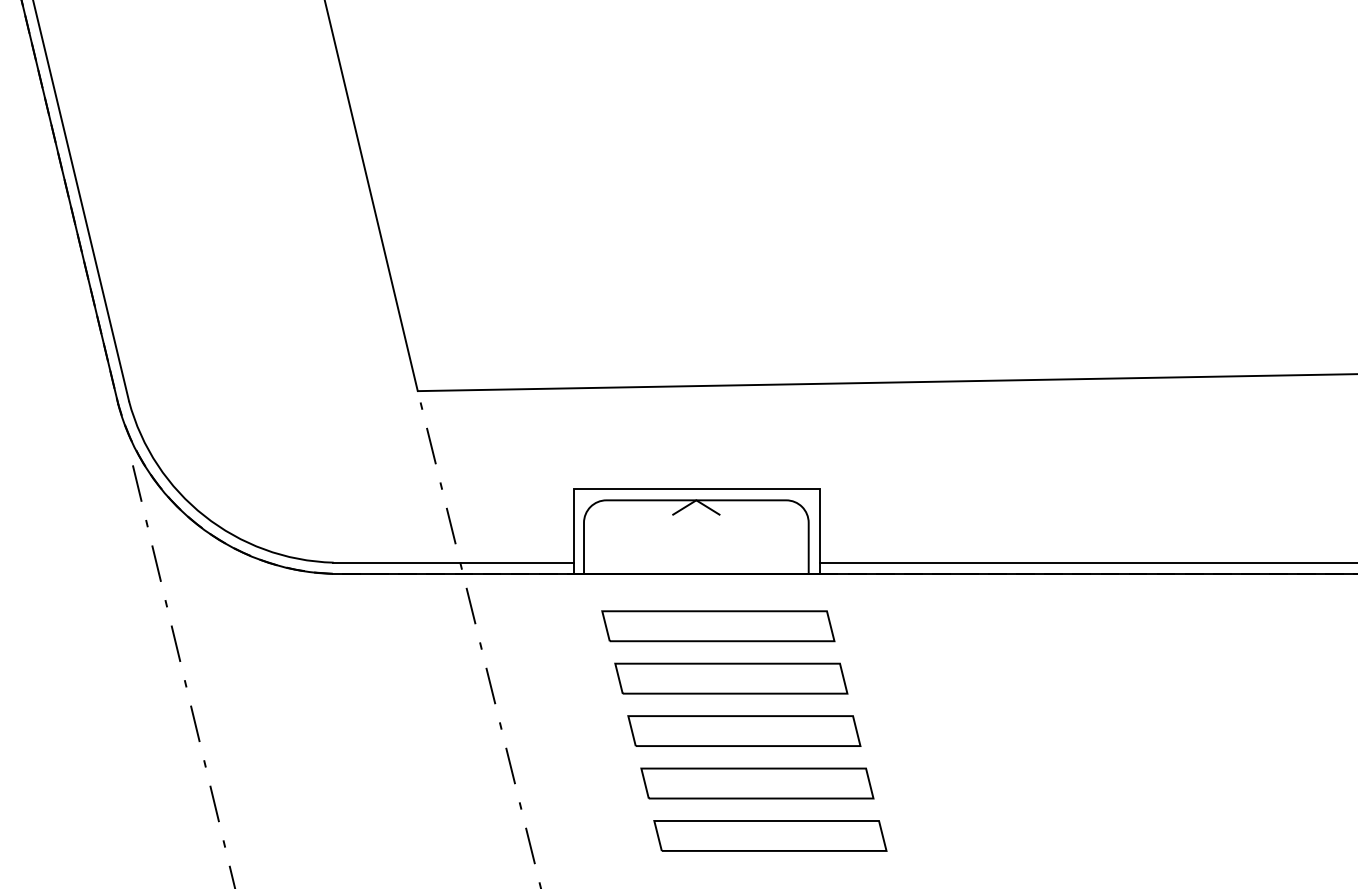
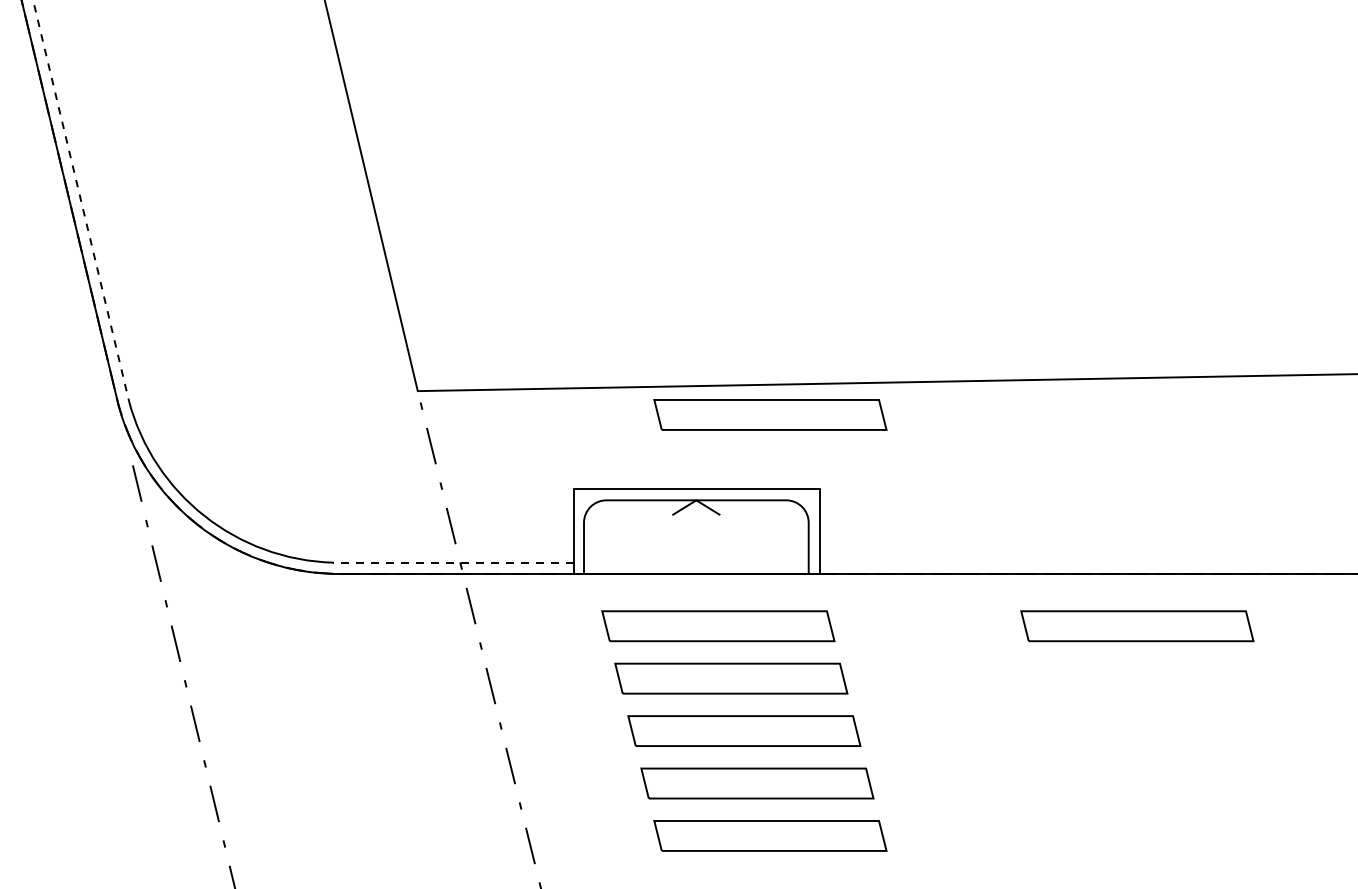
line at (81, 200): solid -> dashed
part at (770, 414): none -> present
line at (452, 562): solid -> dashed
line at (1086, 562): present -> none
part at (1137, 626): none -> present
